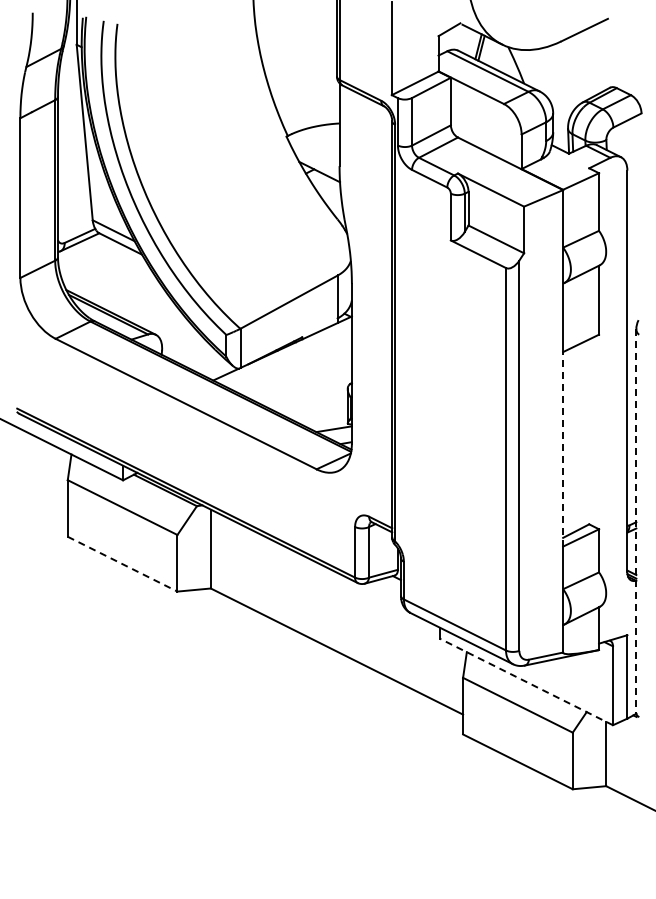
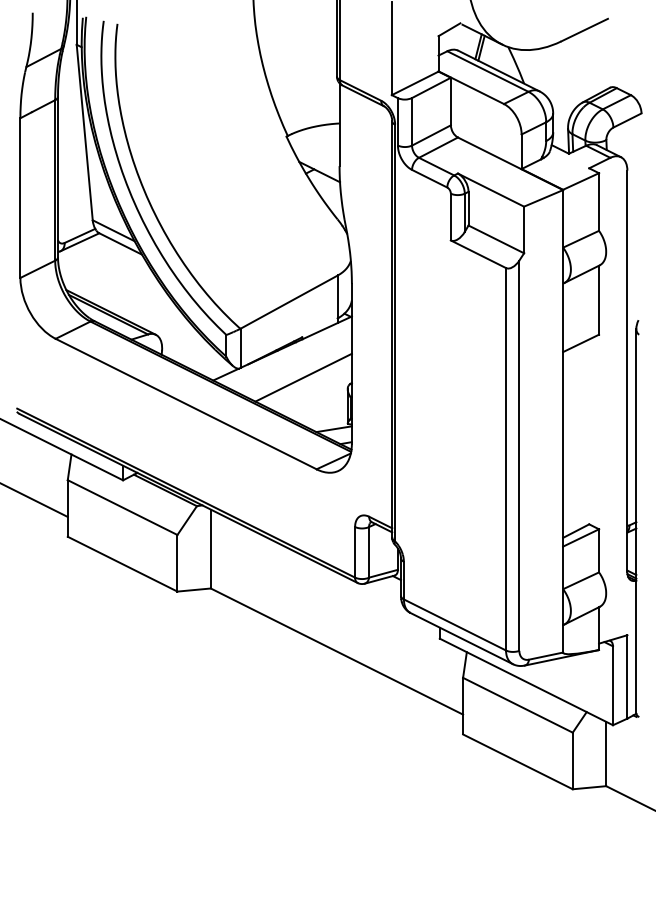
line at (303, 377): none -> present
line at (563, 448): dashed -> solid
line at (34, 500): none -> present
line at (636, 521): dashed -> solid
line at (123, 564): dashed -> solid
line at (526, 681): dashed -> solid
